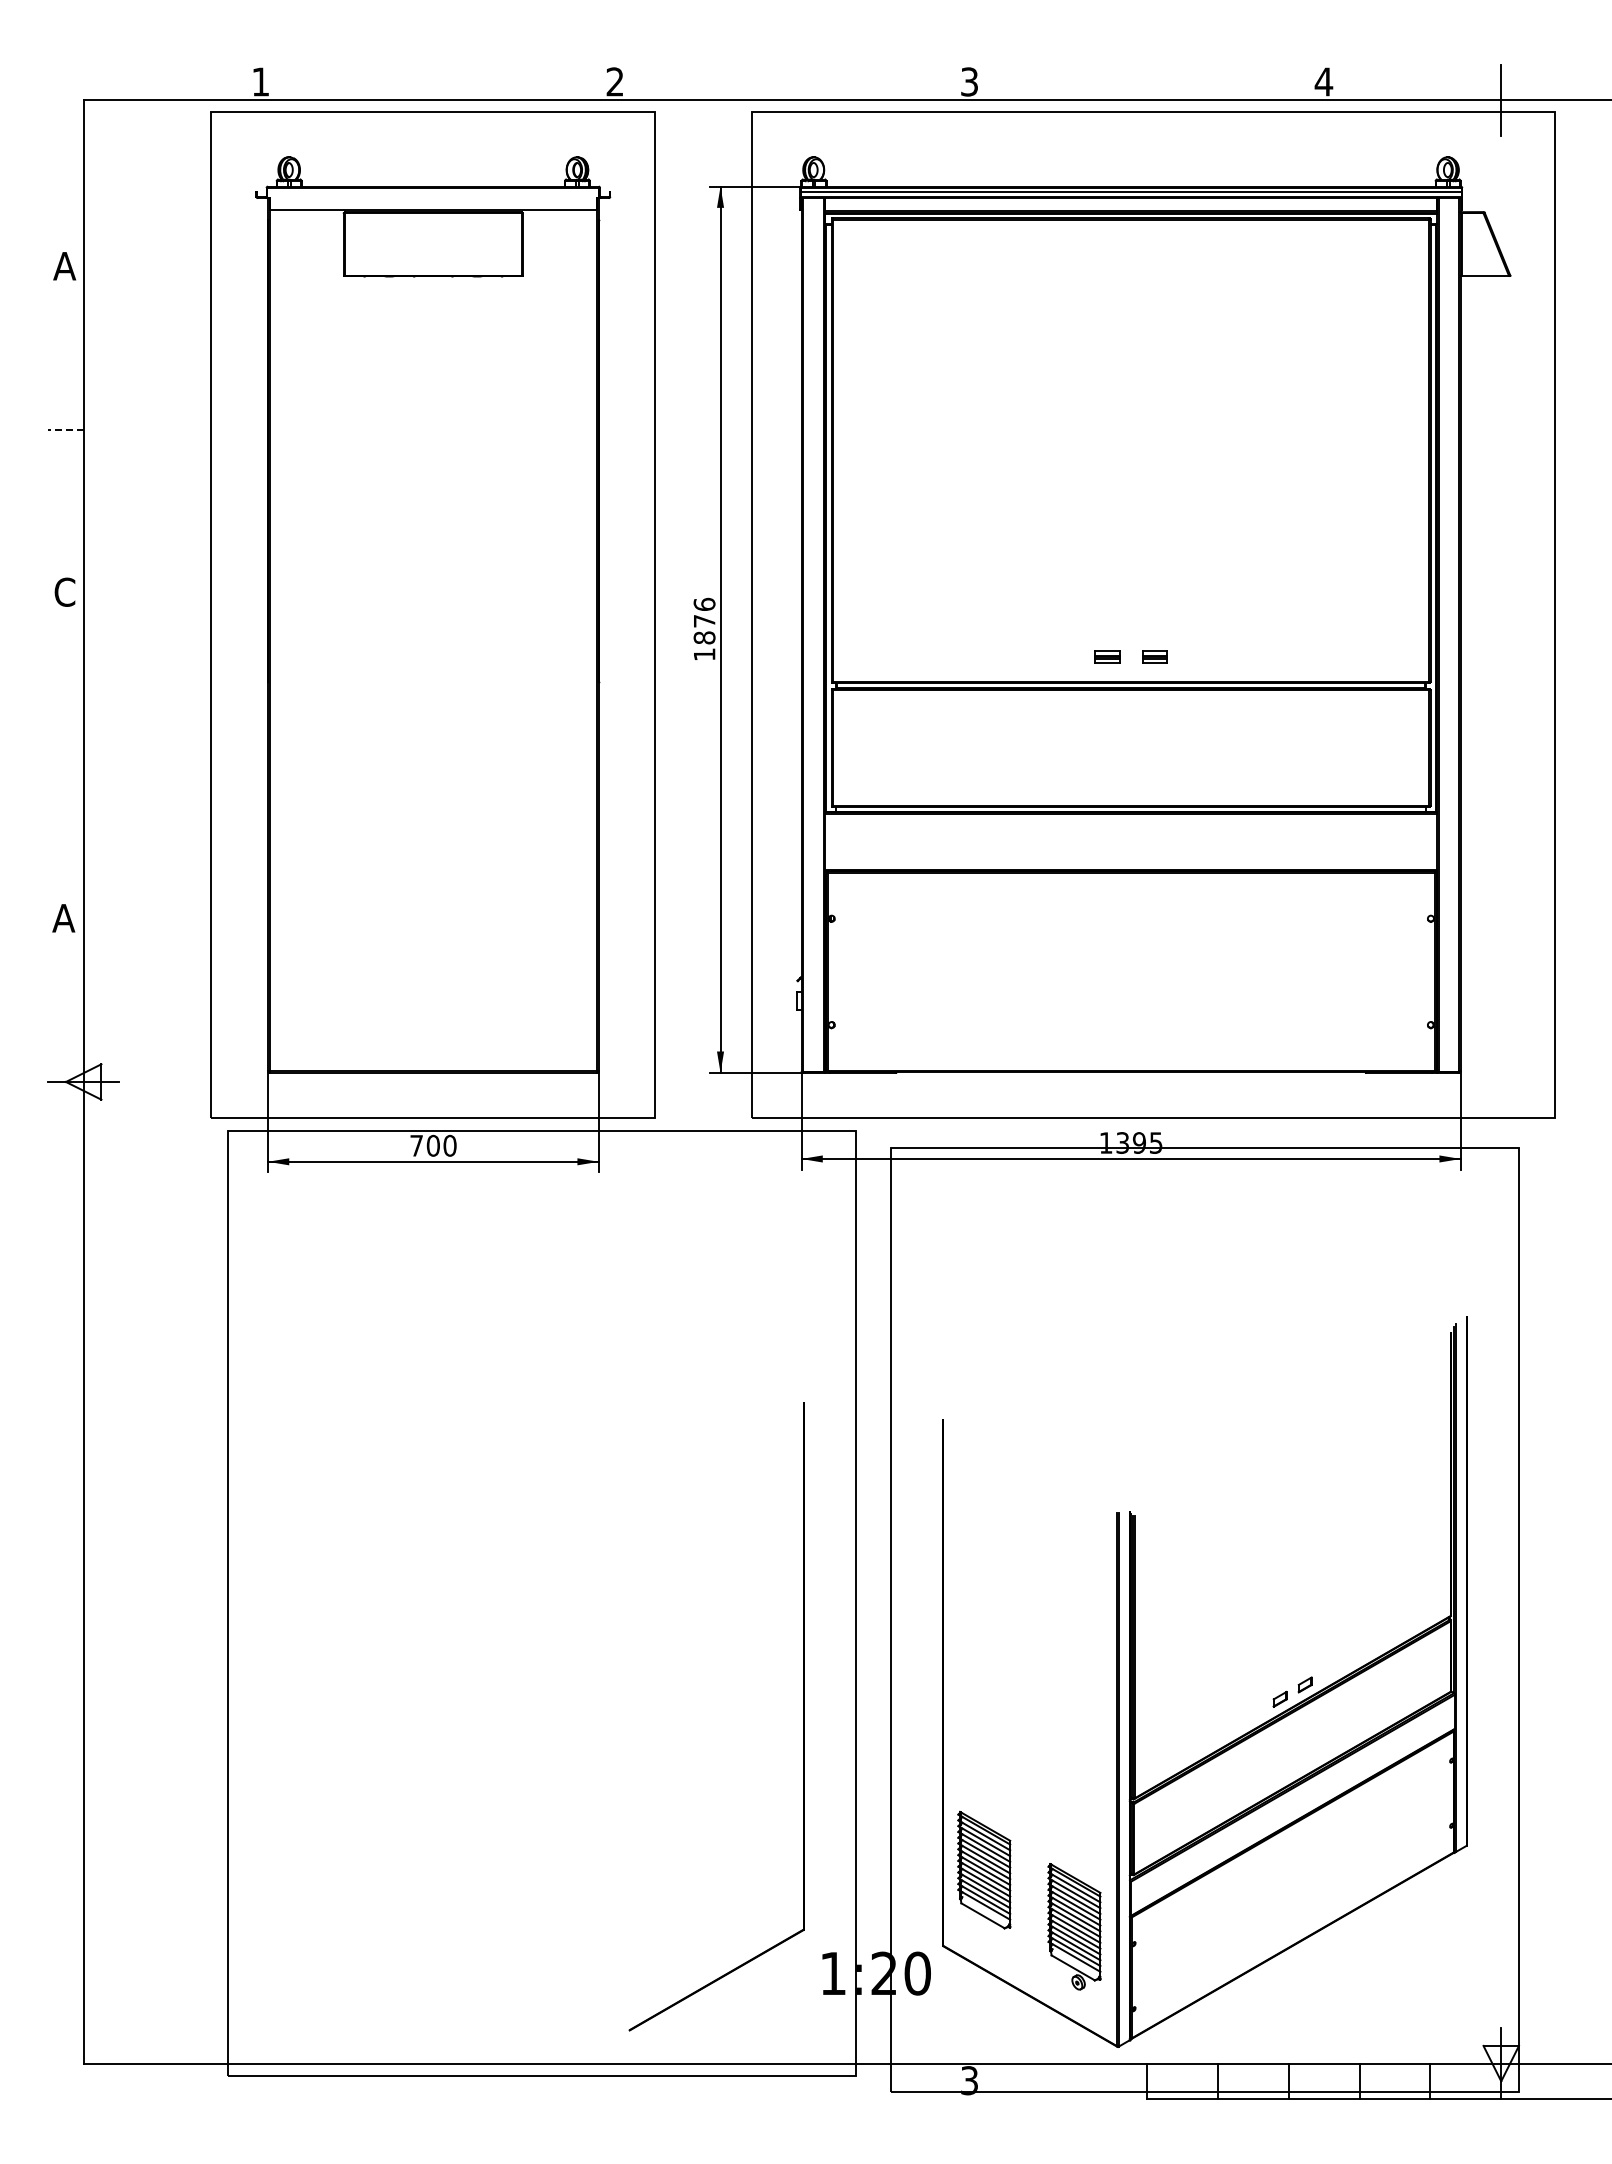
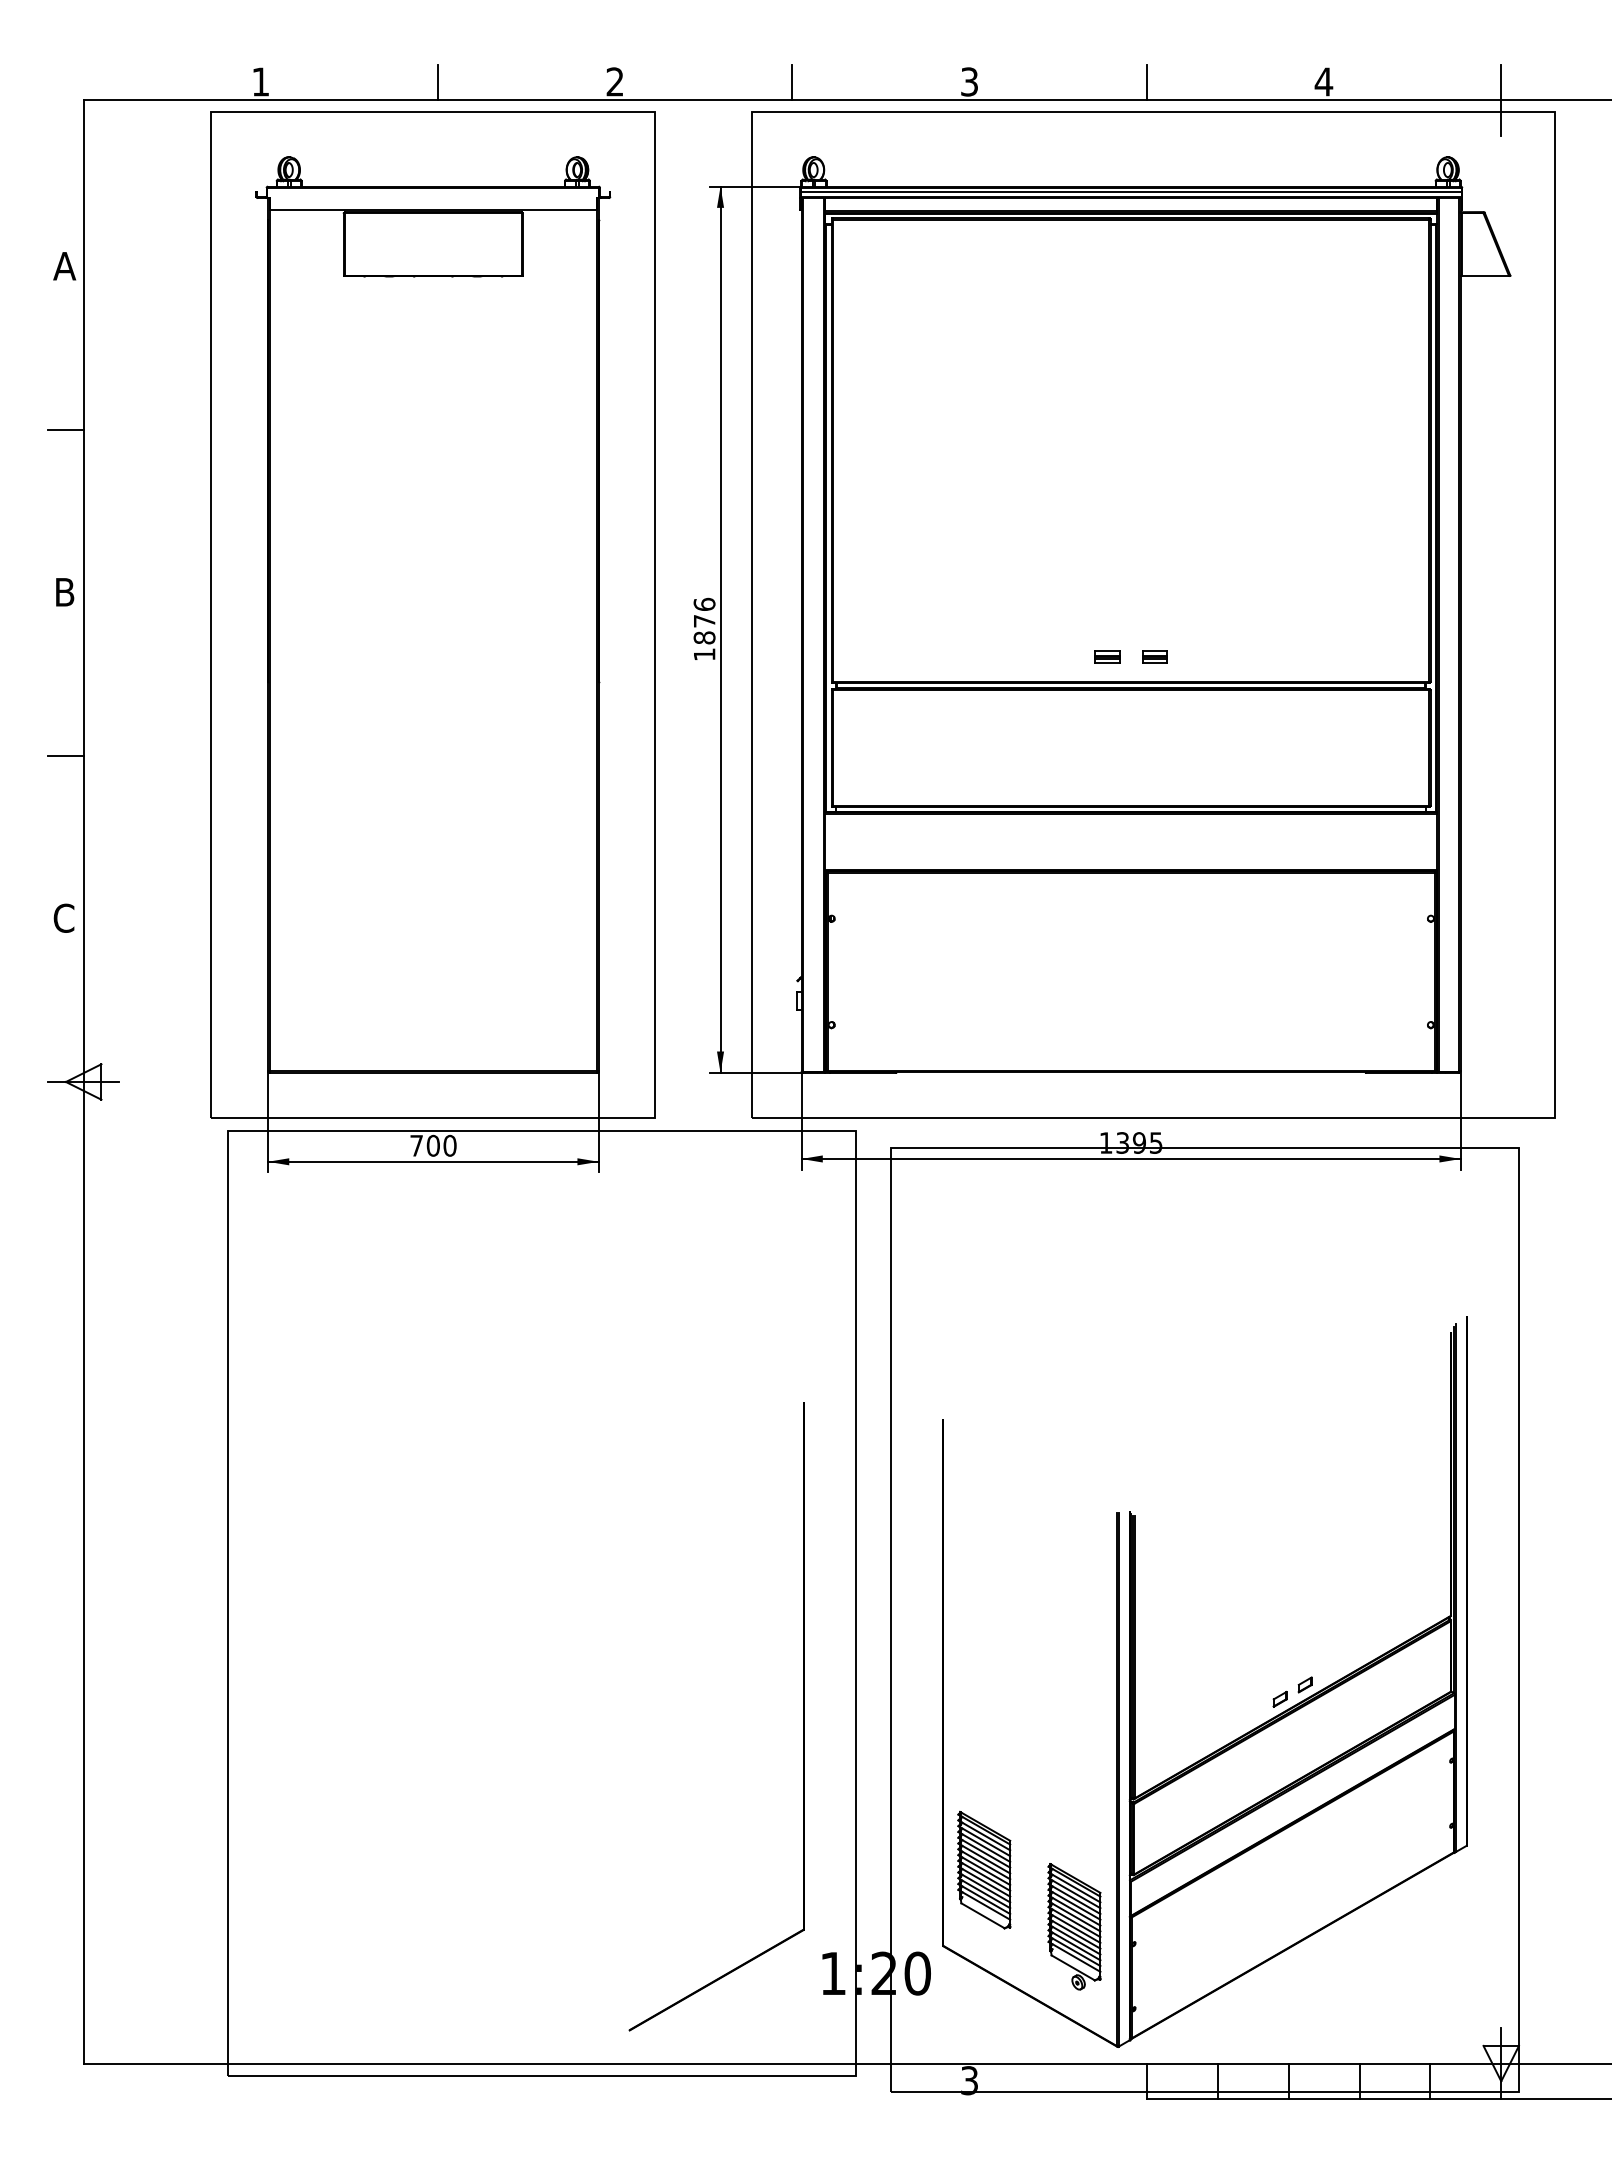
line at (438, 82): none -> present
line at (792, 82): none -> present
line at (1146, 82): none -> present
line at (65, 429): dashed -> solid
text at (64, 591): C -> B
line at (65, 755): none -> present
text at (63, 917): A -> C
